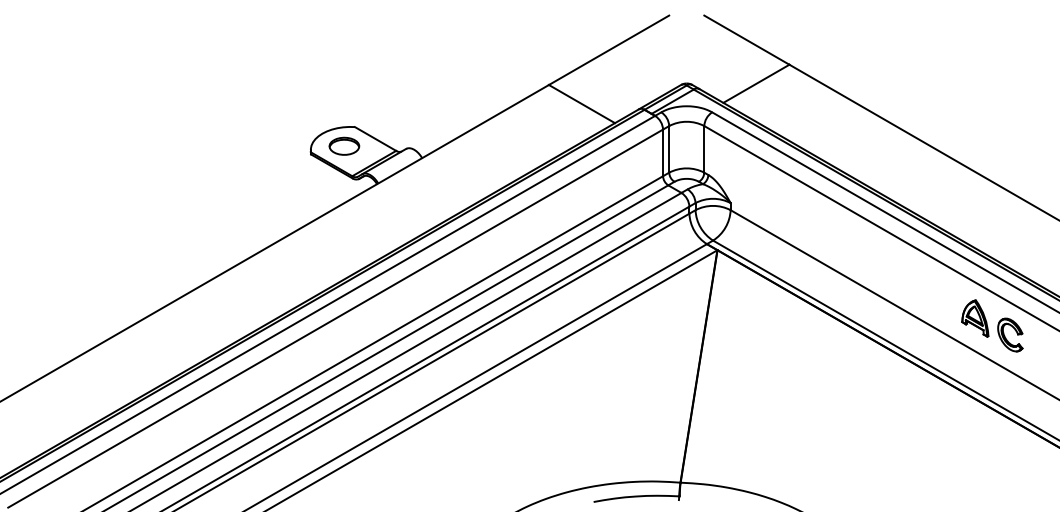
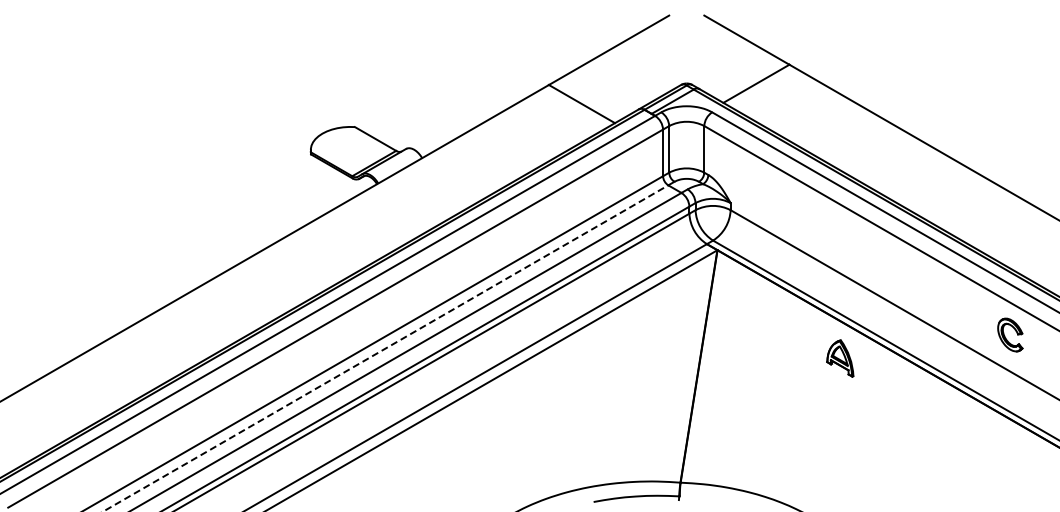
part at (344, 145): present -> none
part at (975, 318) position: (975, 318) -> (840, 358)
line at (385, 348): solid -> dashed
